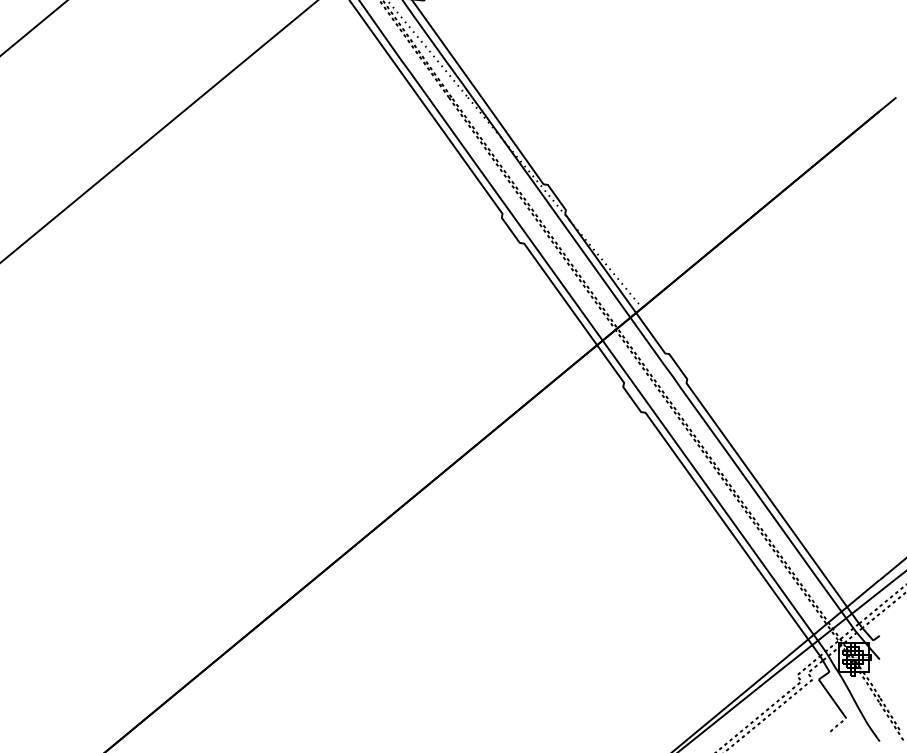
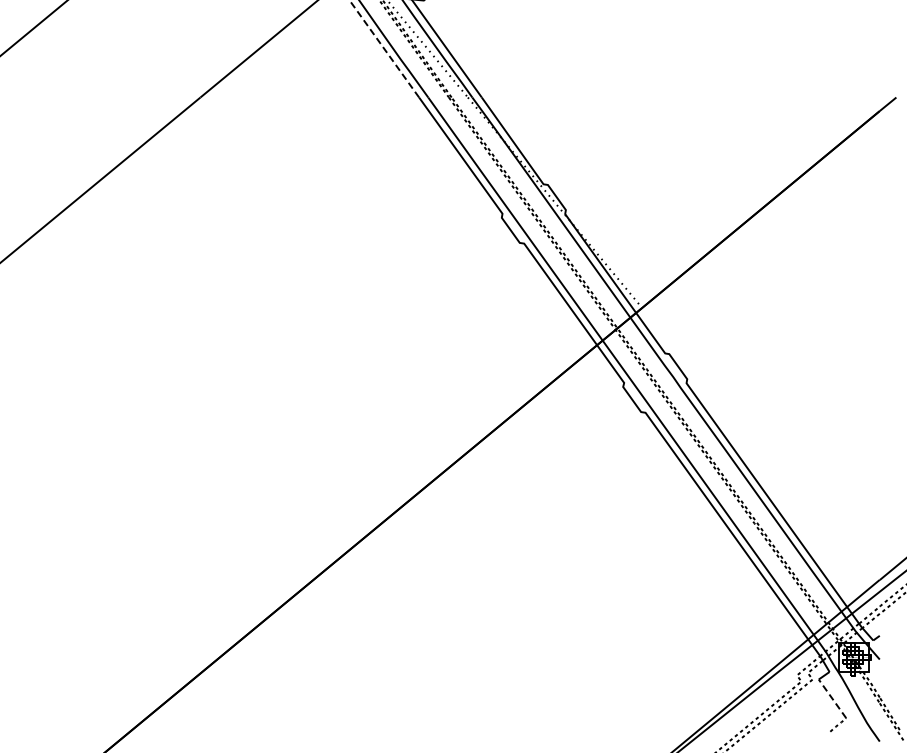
line at (384, 48): solid -> dashed
line at (832, 698): solid -> dashed
